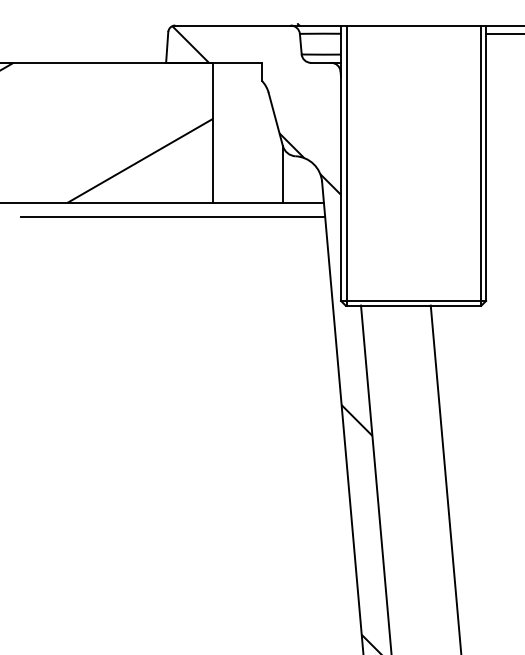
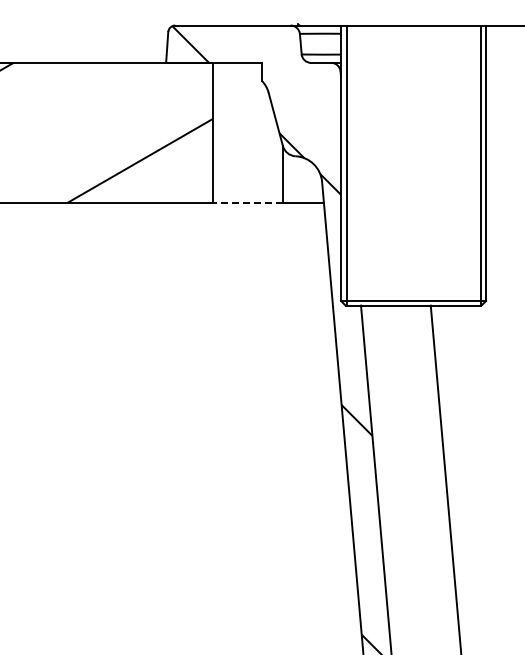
line at (503, 34): present -> none
line at (247, 202): solid -> dashed
line at (173, 216): present -> none
